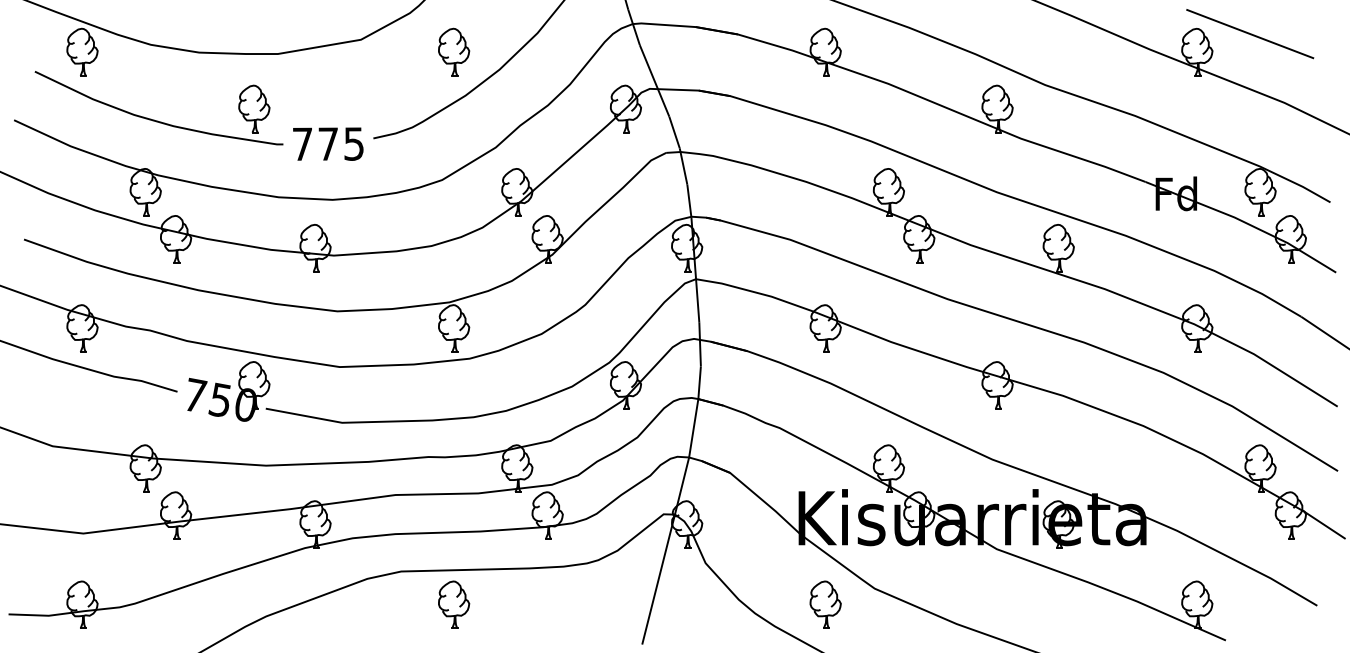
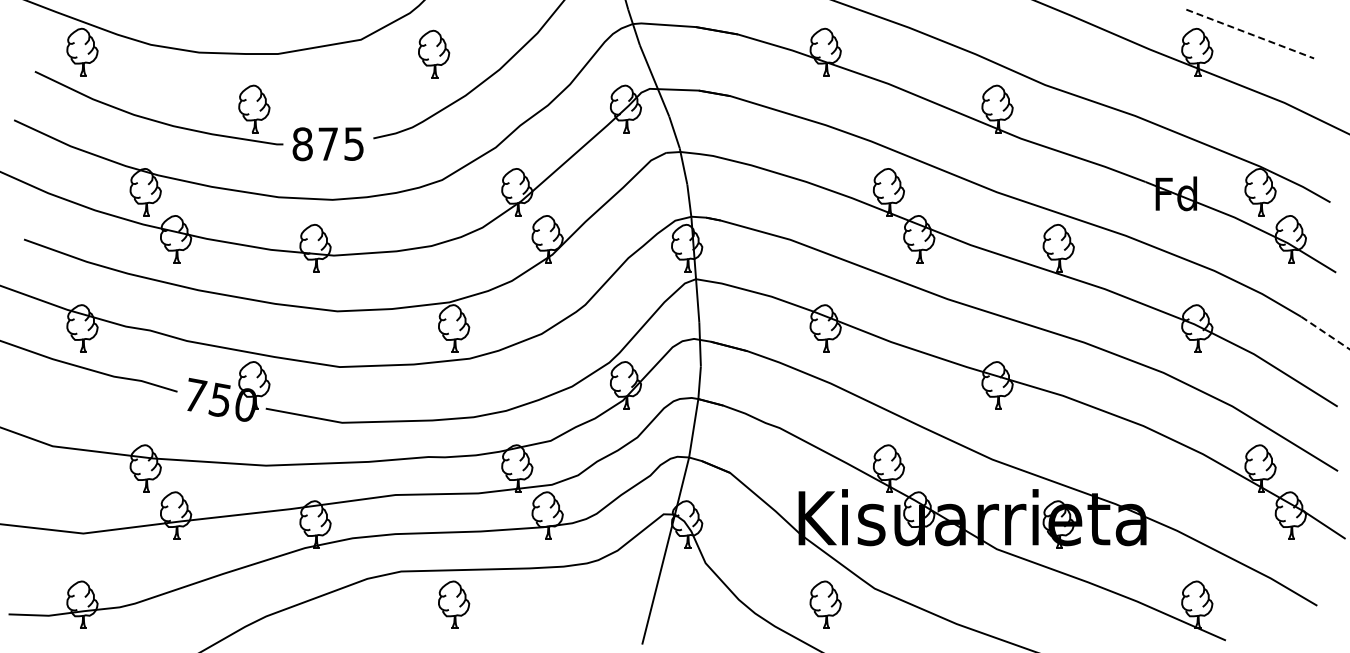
line at (1250, 34): solid -> dashed
part at (454, 51) position: (454, 51) -> (434, 53)
text at (302, 144): 775 -> 875
line at (1325, 332): solid -> dashed
